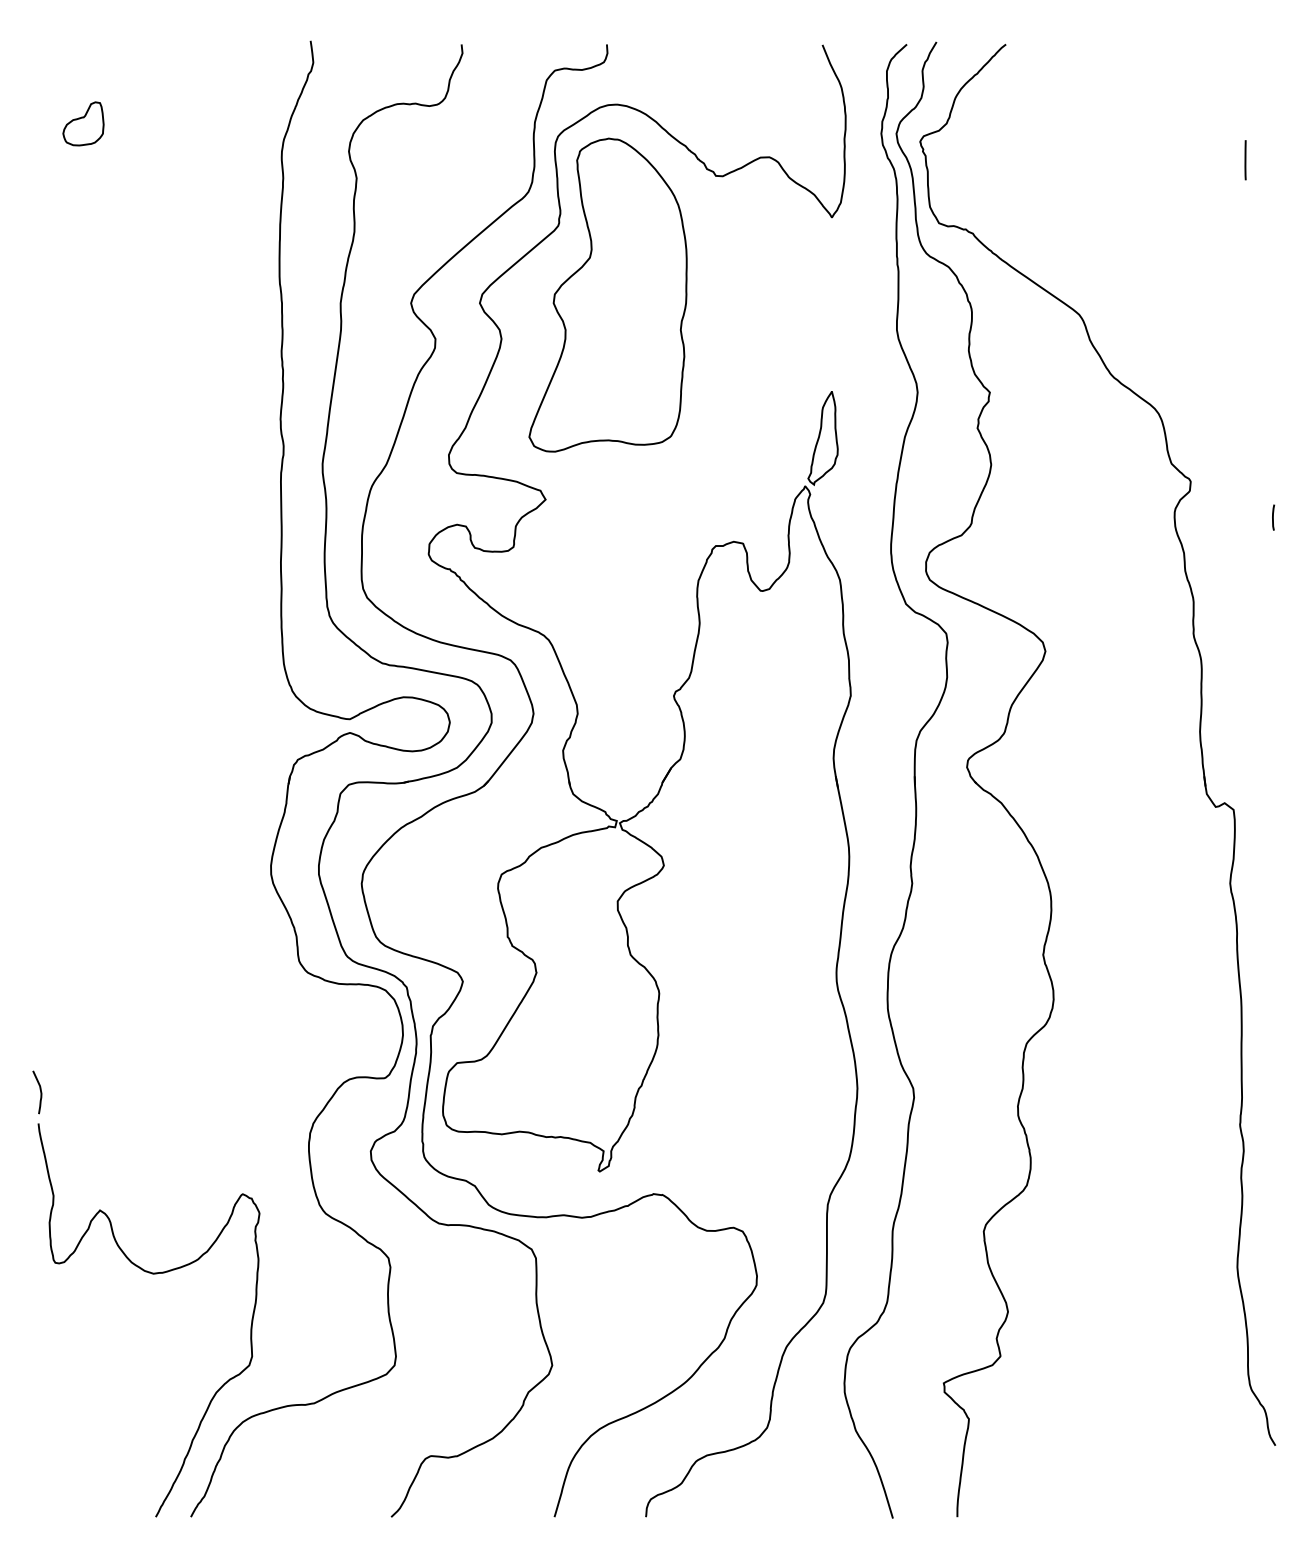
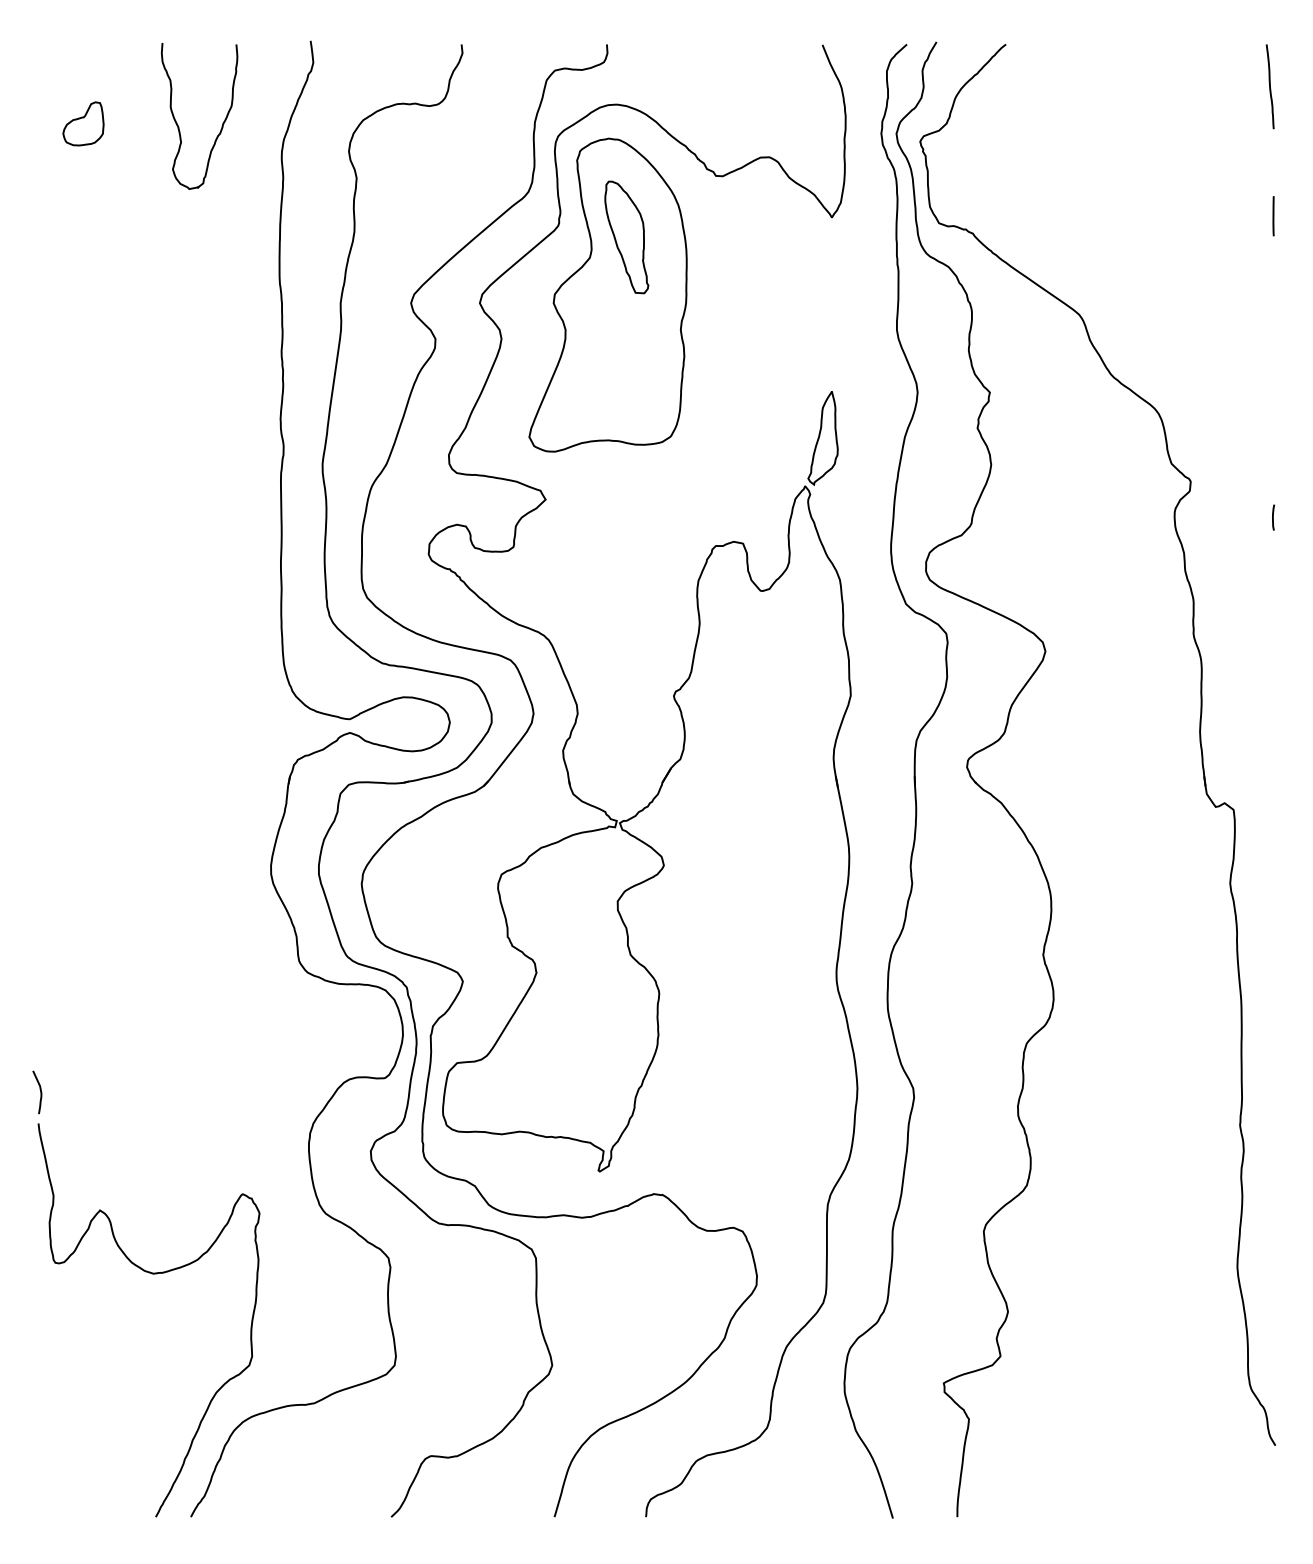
line at (1269, 86): none -> present
curve at (177, 122): none -> present
line at (1245, 160) position: (1245, 160) -> (1273, 216)
part at (626, 237): none -> present
